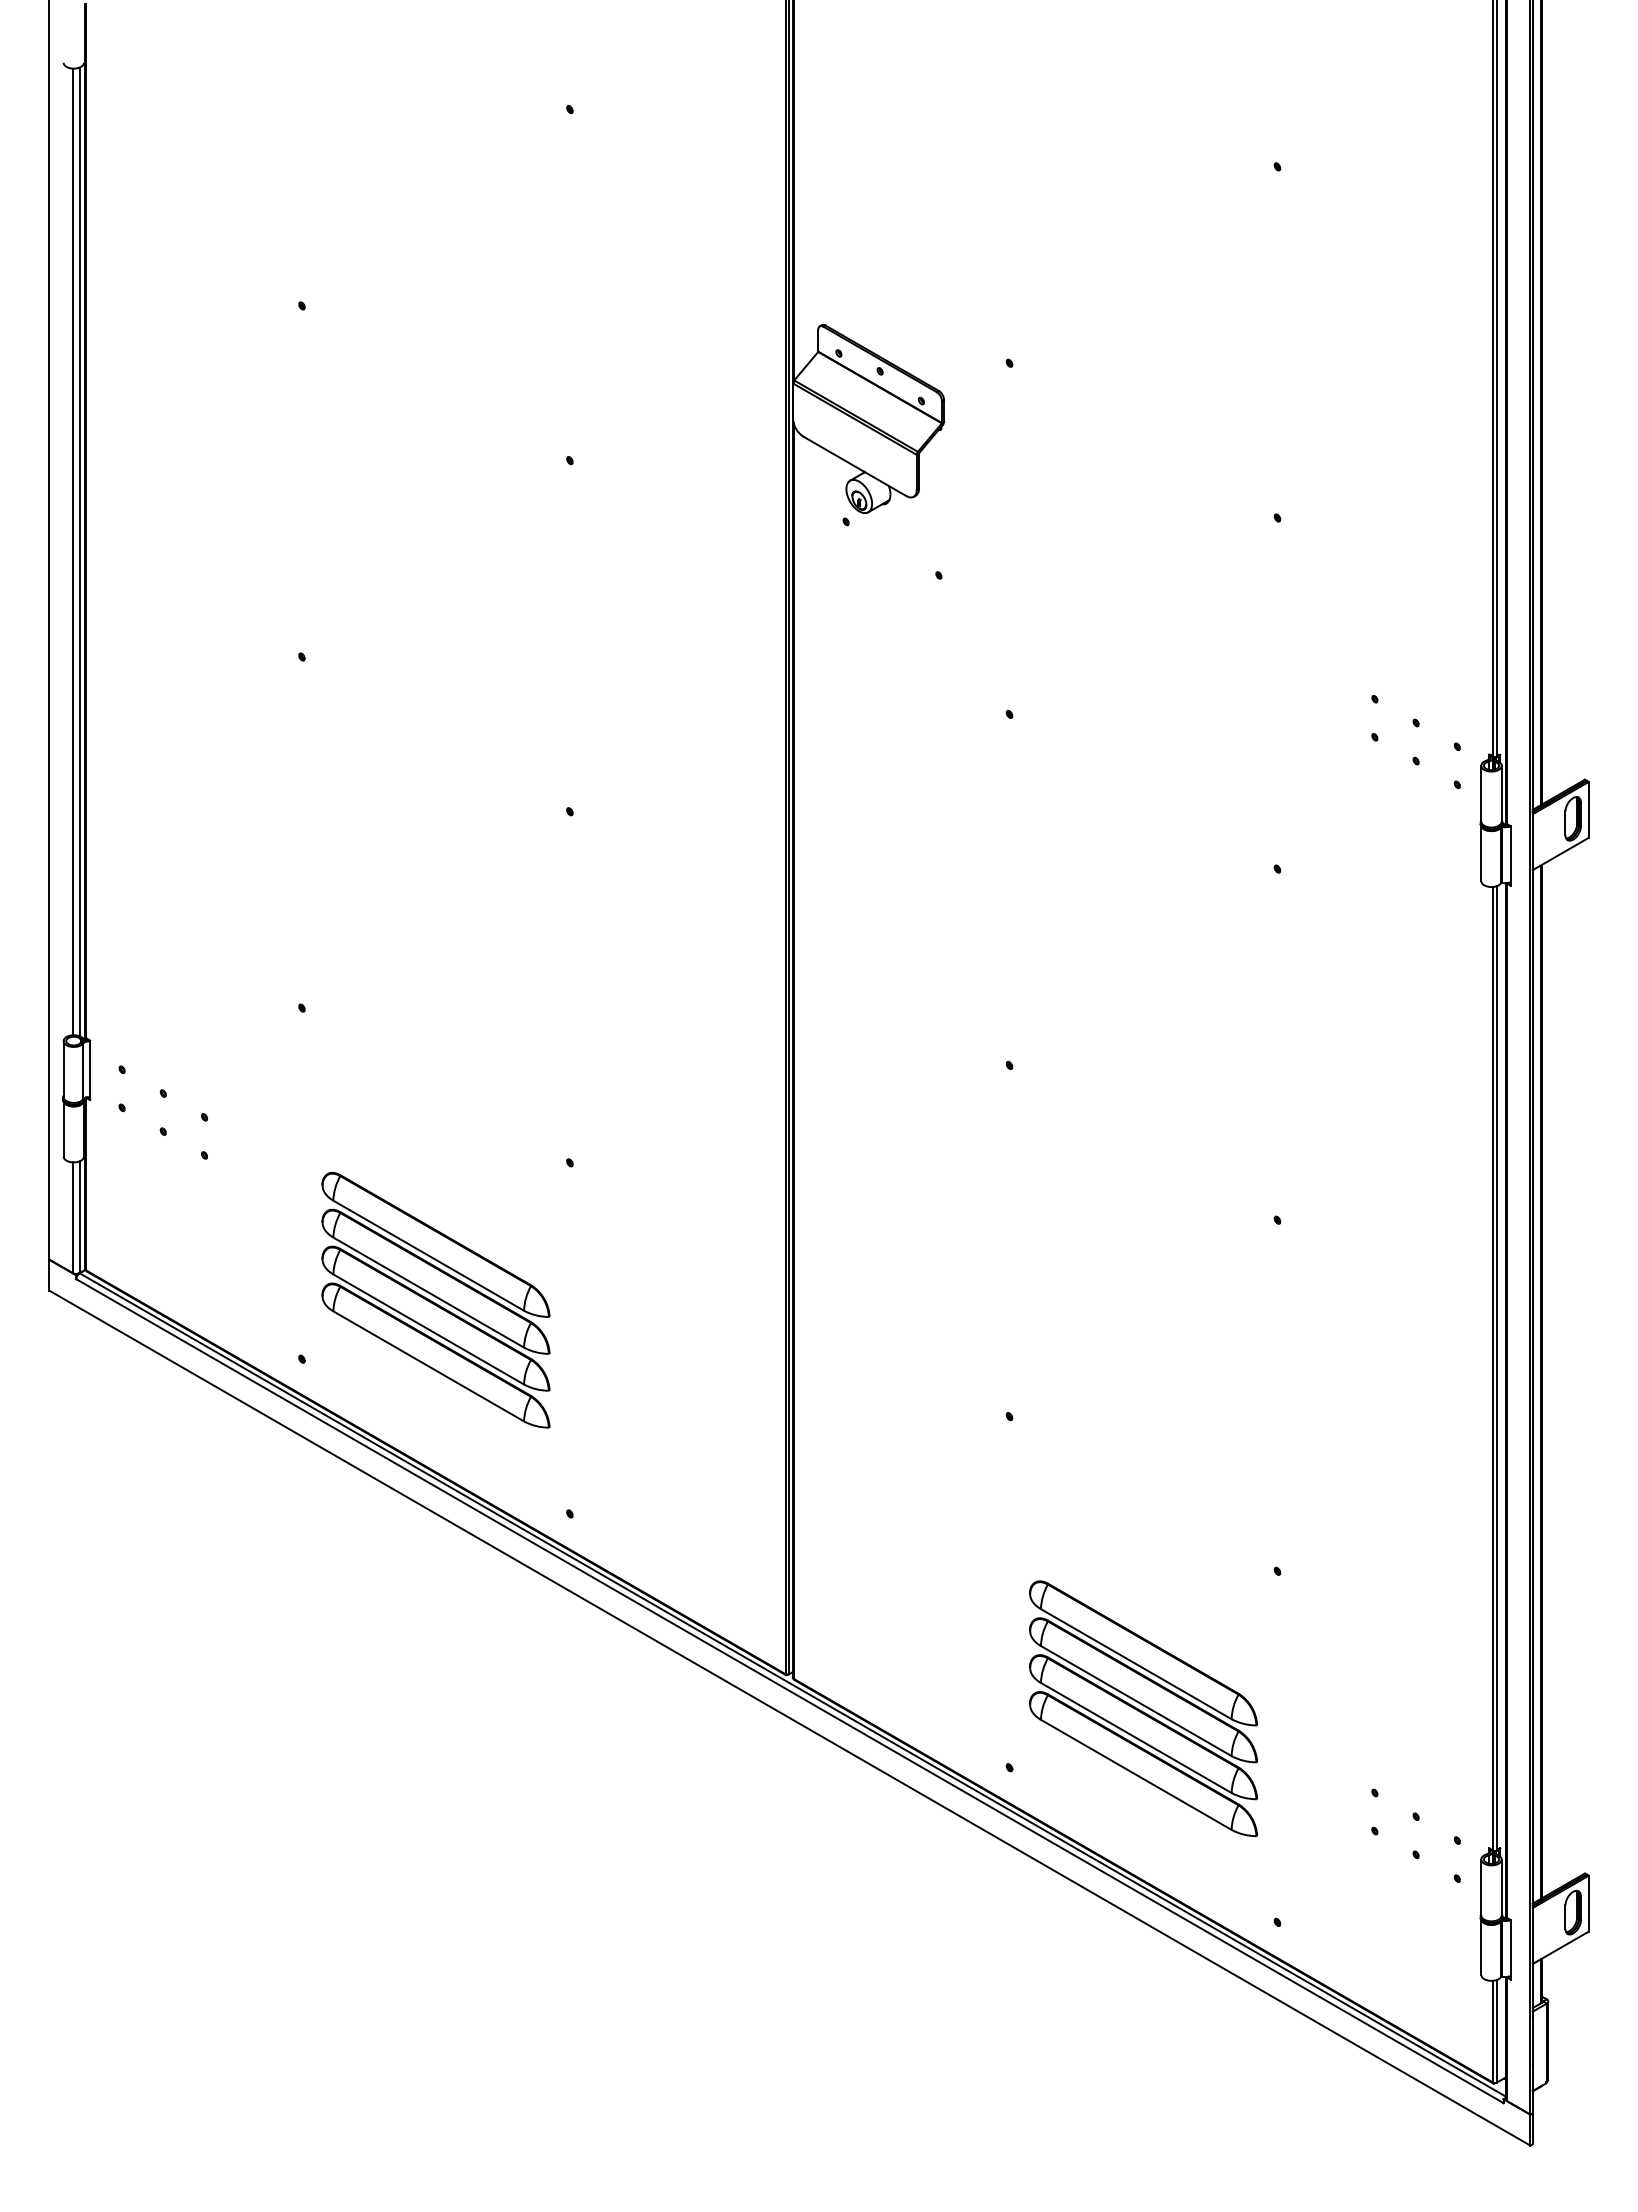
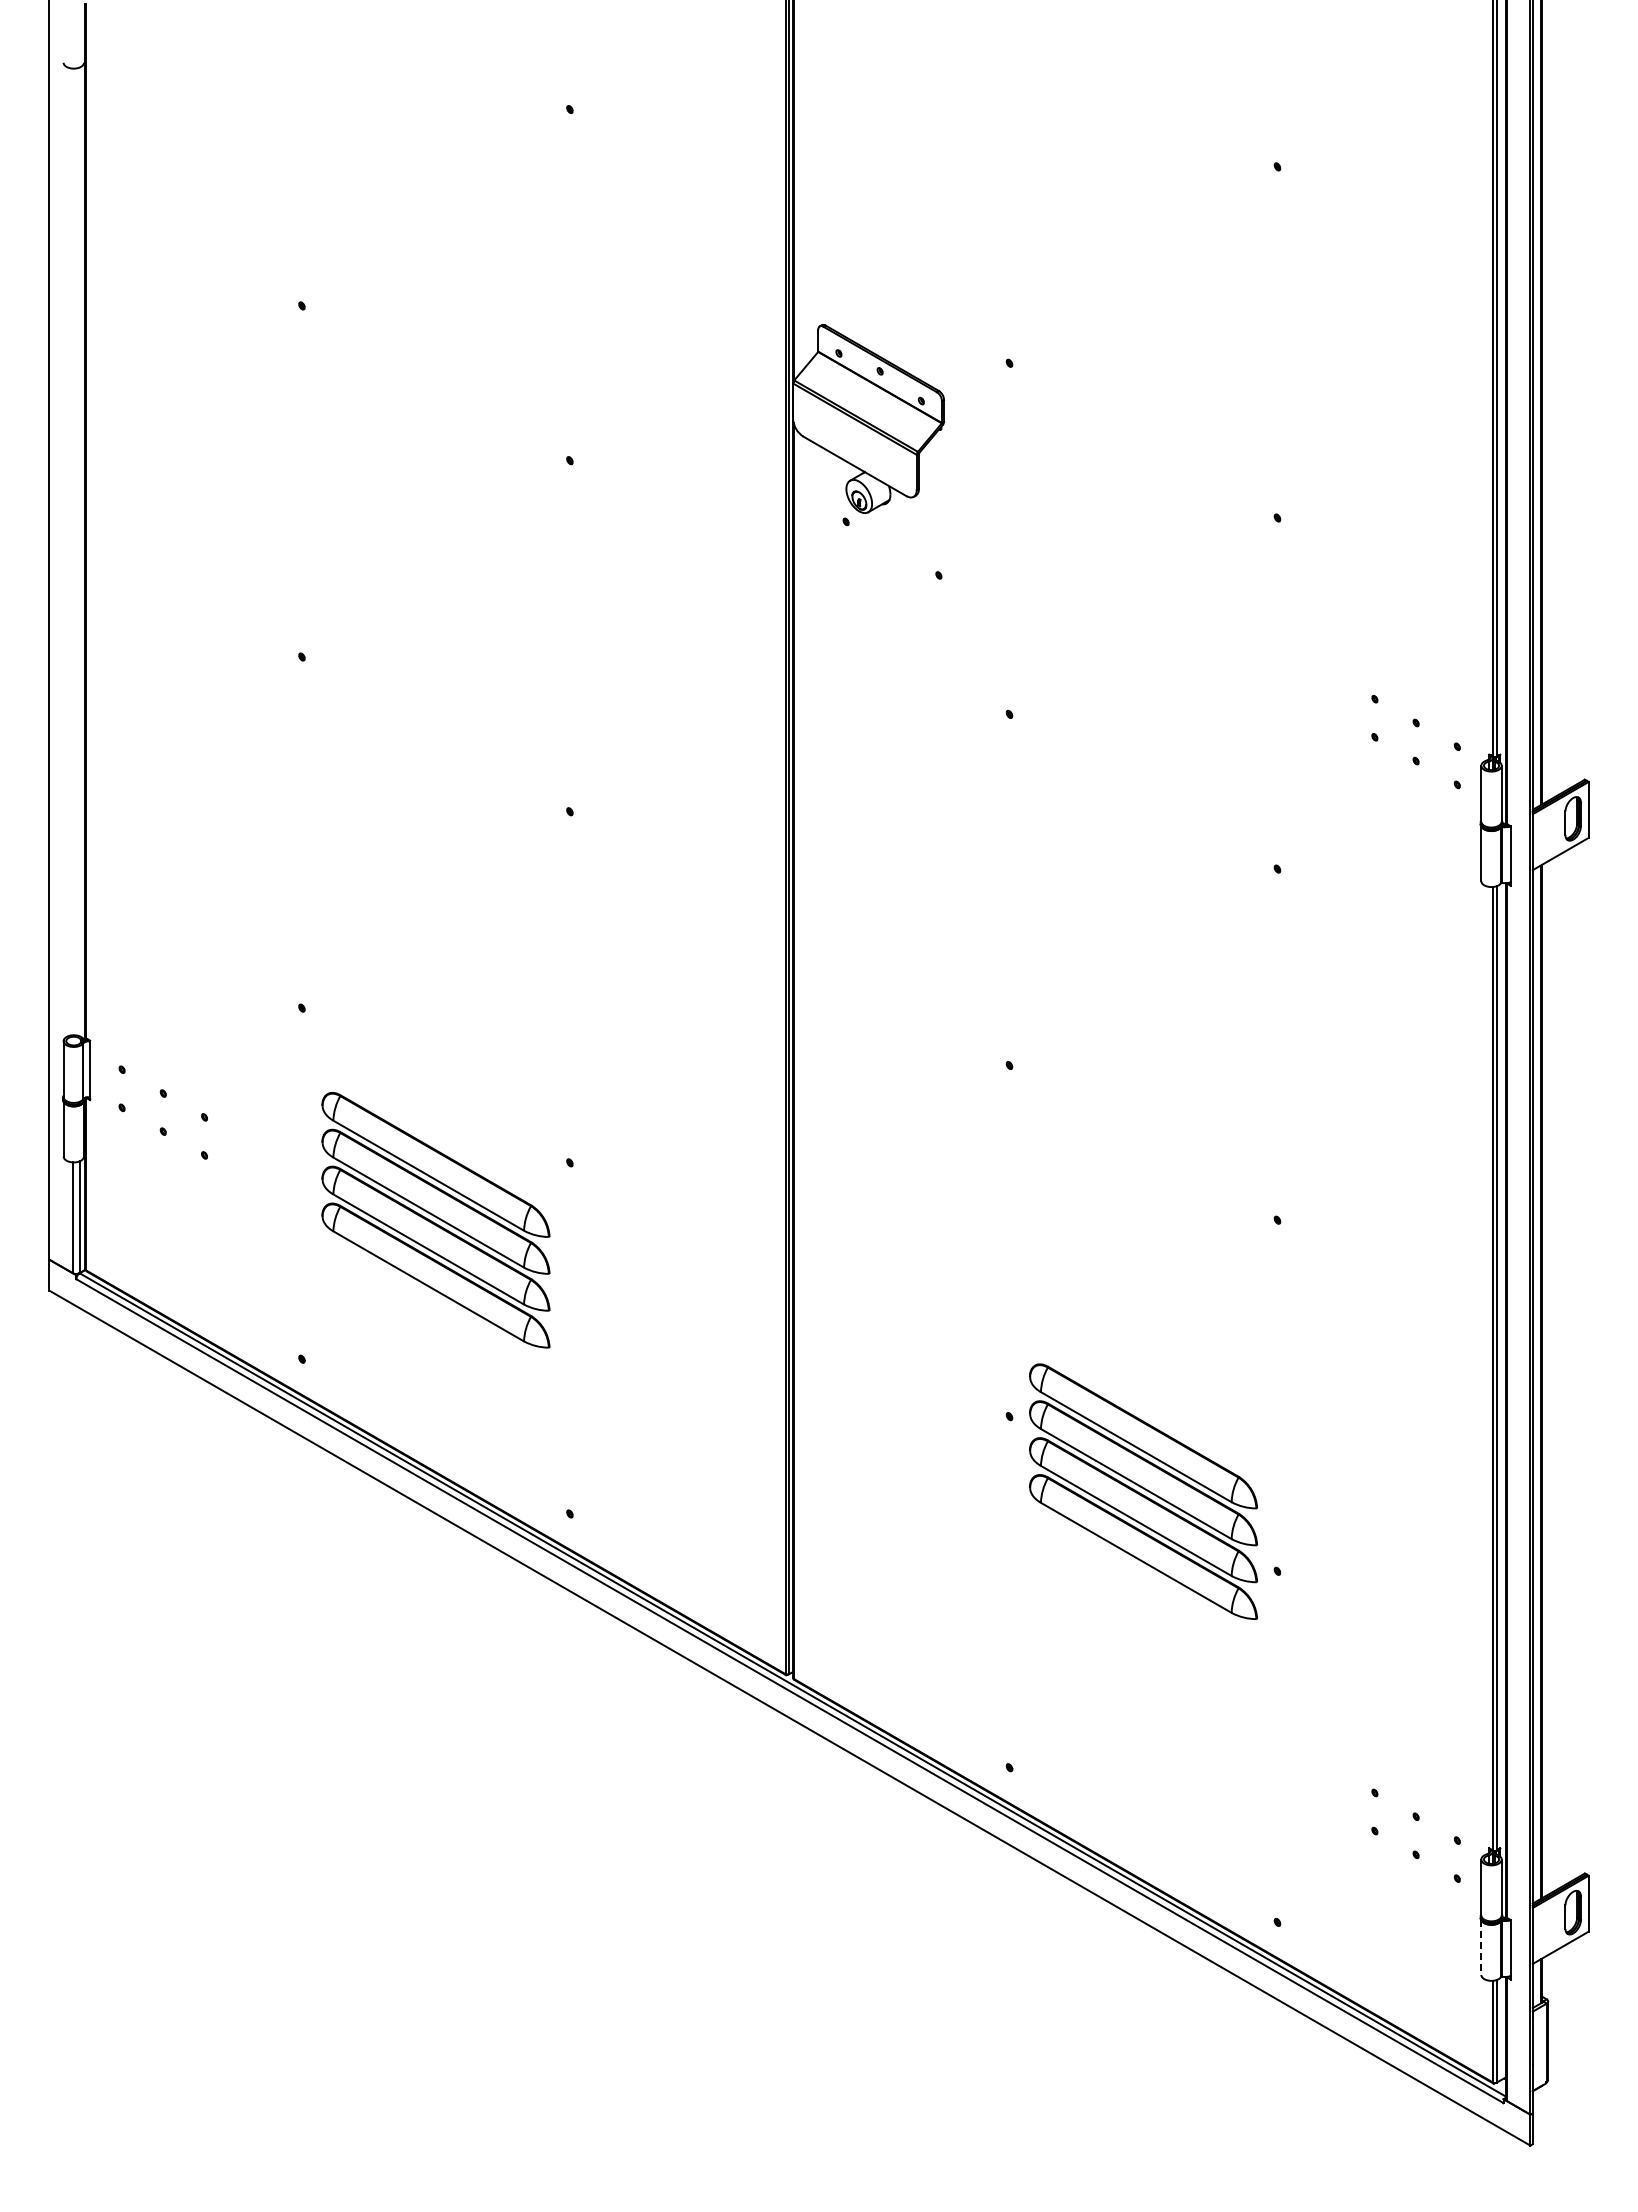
line at (72, 551): present -> none
line at (79, 551): present -> none
part at (435, 1300) position: (435, 1300) -> (435, 1220)
part at (1143, 1708) position: (1143, 1708) -> (1143, 1491)
line at (1481, 1948): solid -> dashed
